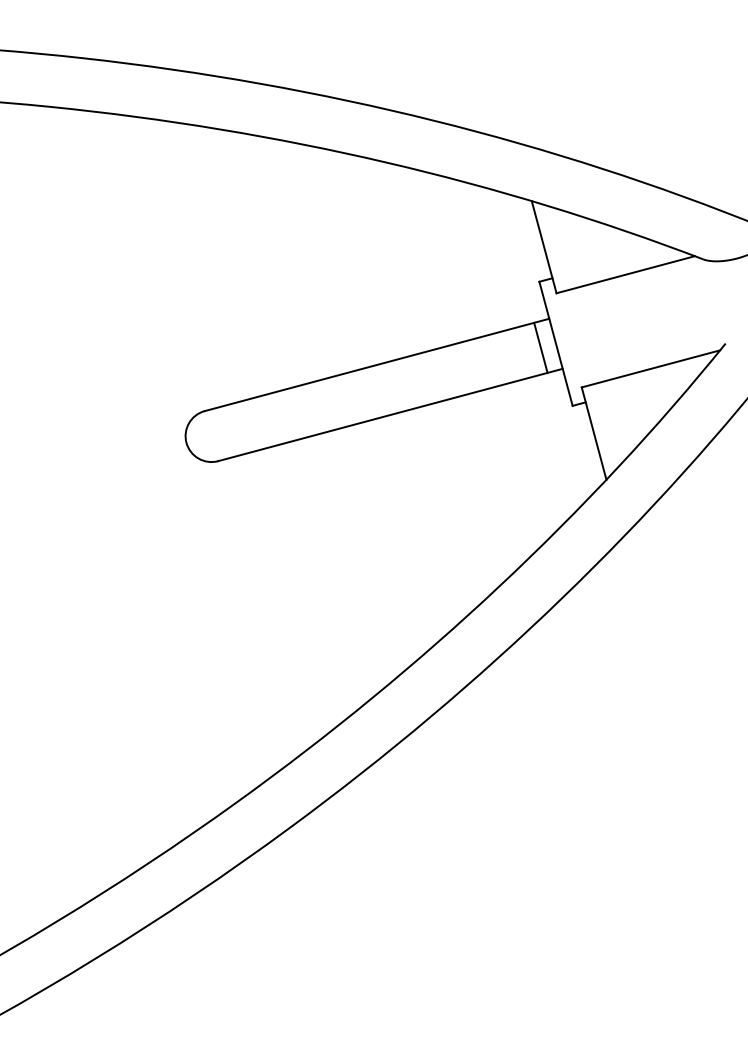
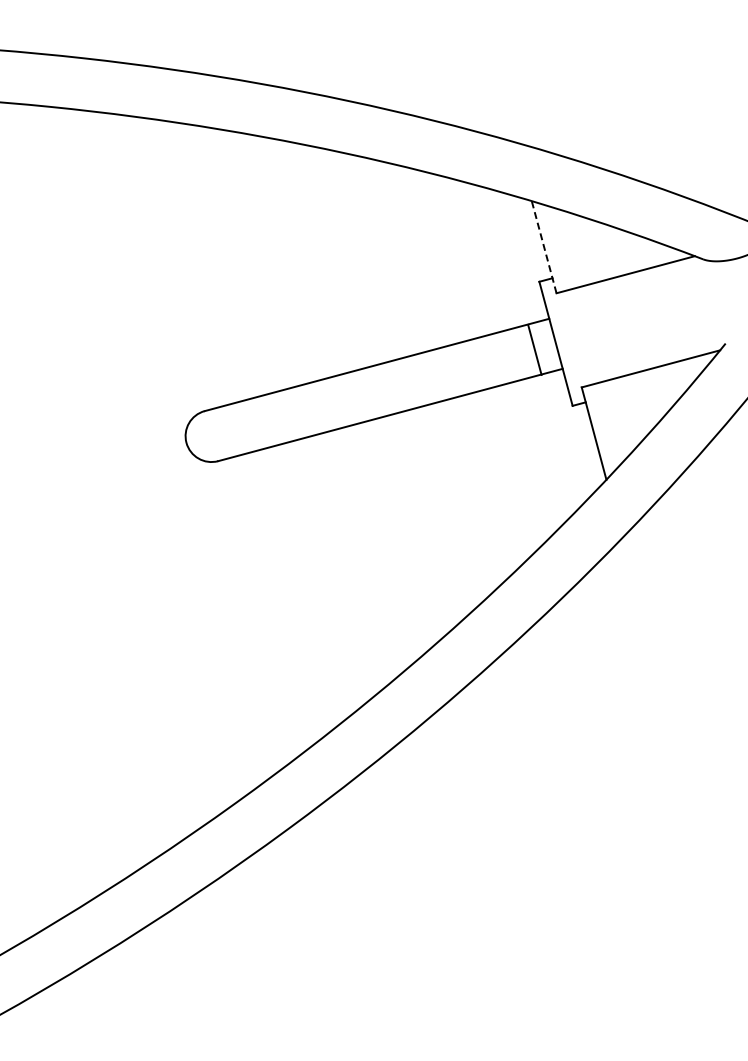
line at (544, 247): solid -> dashed
line at (540, 347) position: (540, 347) -> (534, 349)
